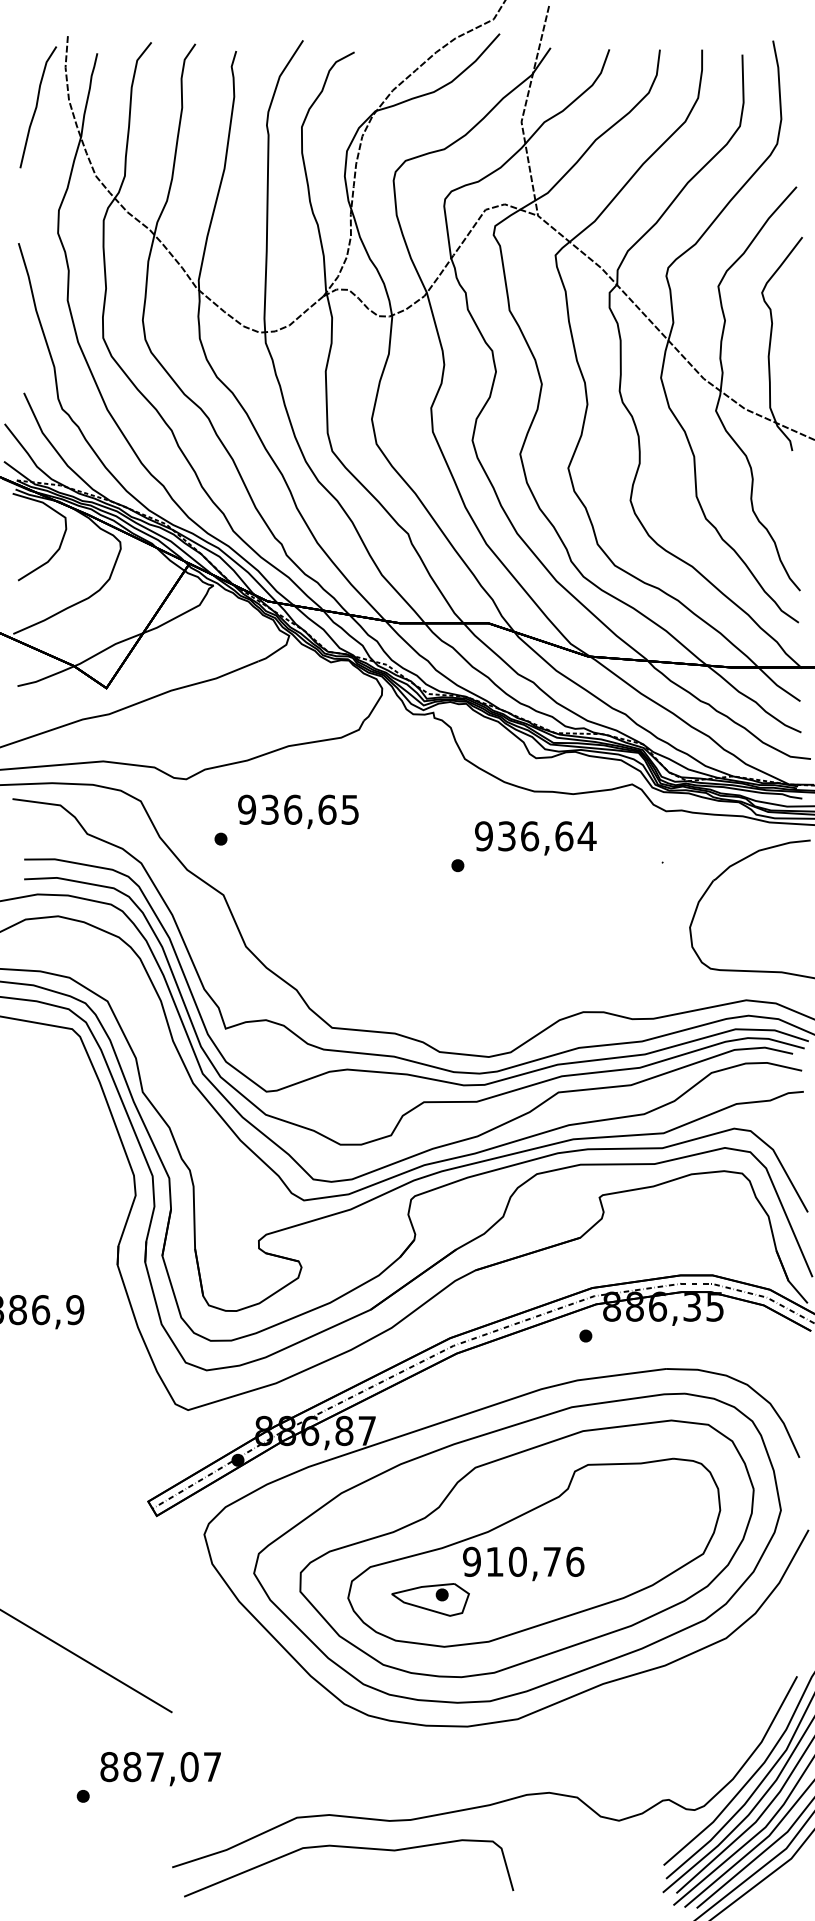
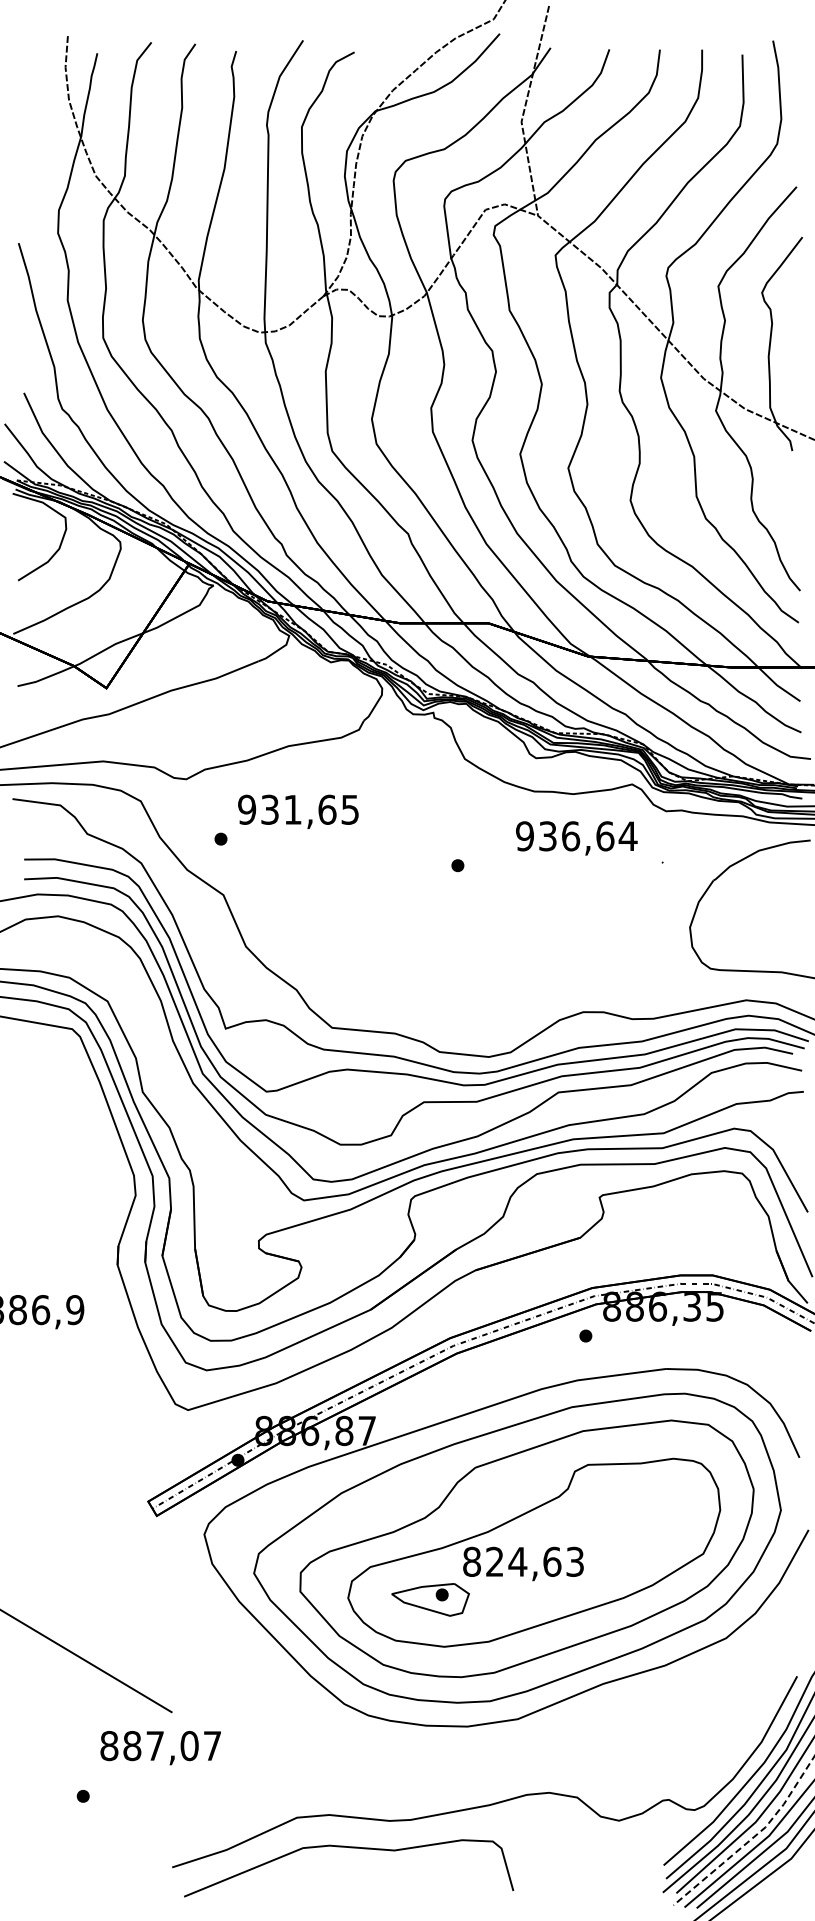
curve at (37, 107): present -> none
text at (293, 809): 936,65 -> 931,65
text at (535, 838) position: (535, 838) -> (576, 838)
text at (523, 1561): 910,76 -> 824,63
text at (160, 1769) position: (160, 1769) -> (160, 1748)
line at (753, 1837): solid -> dashed
